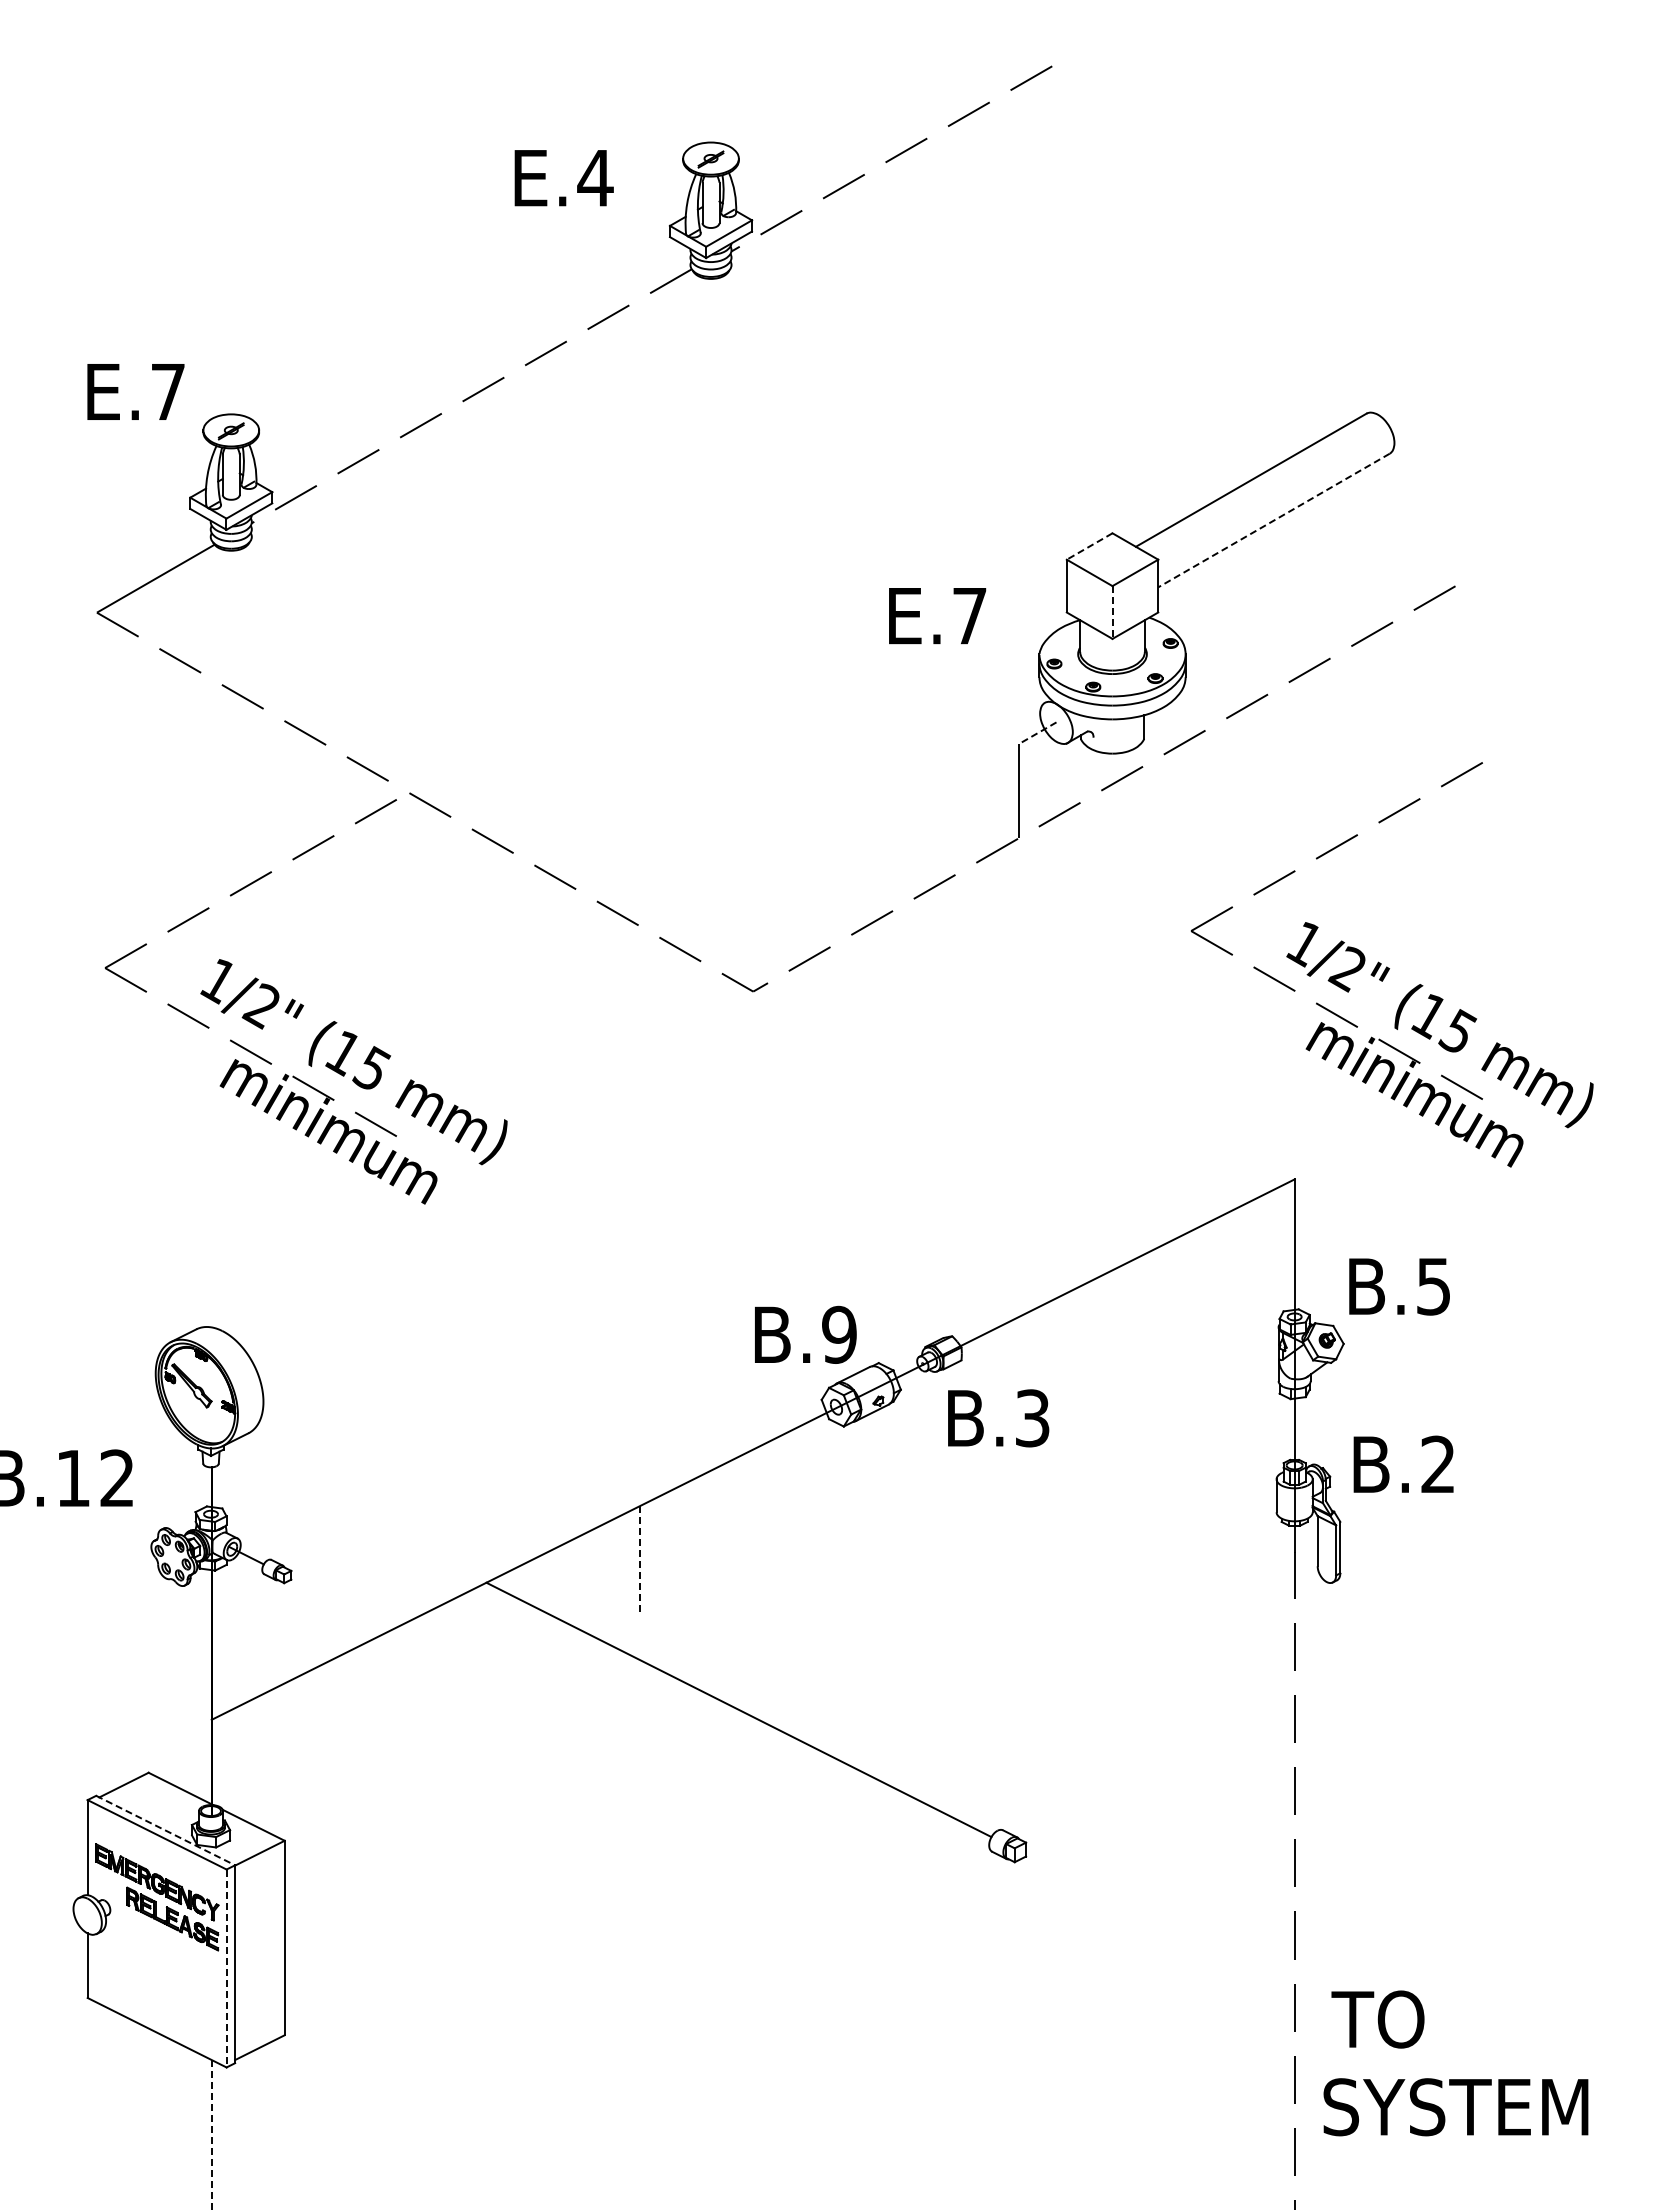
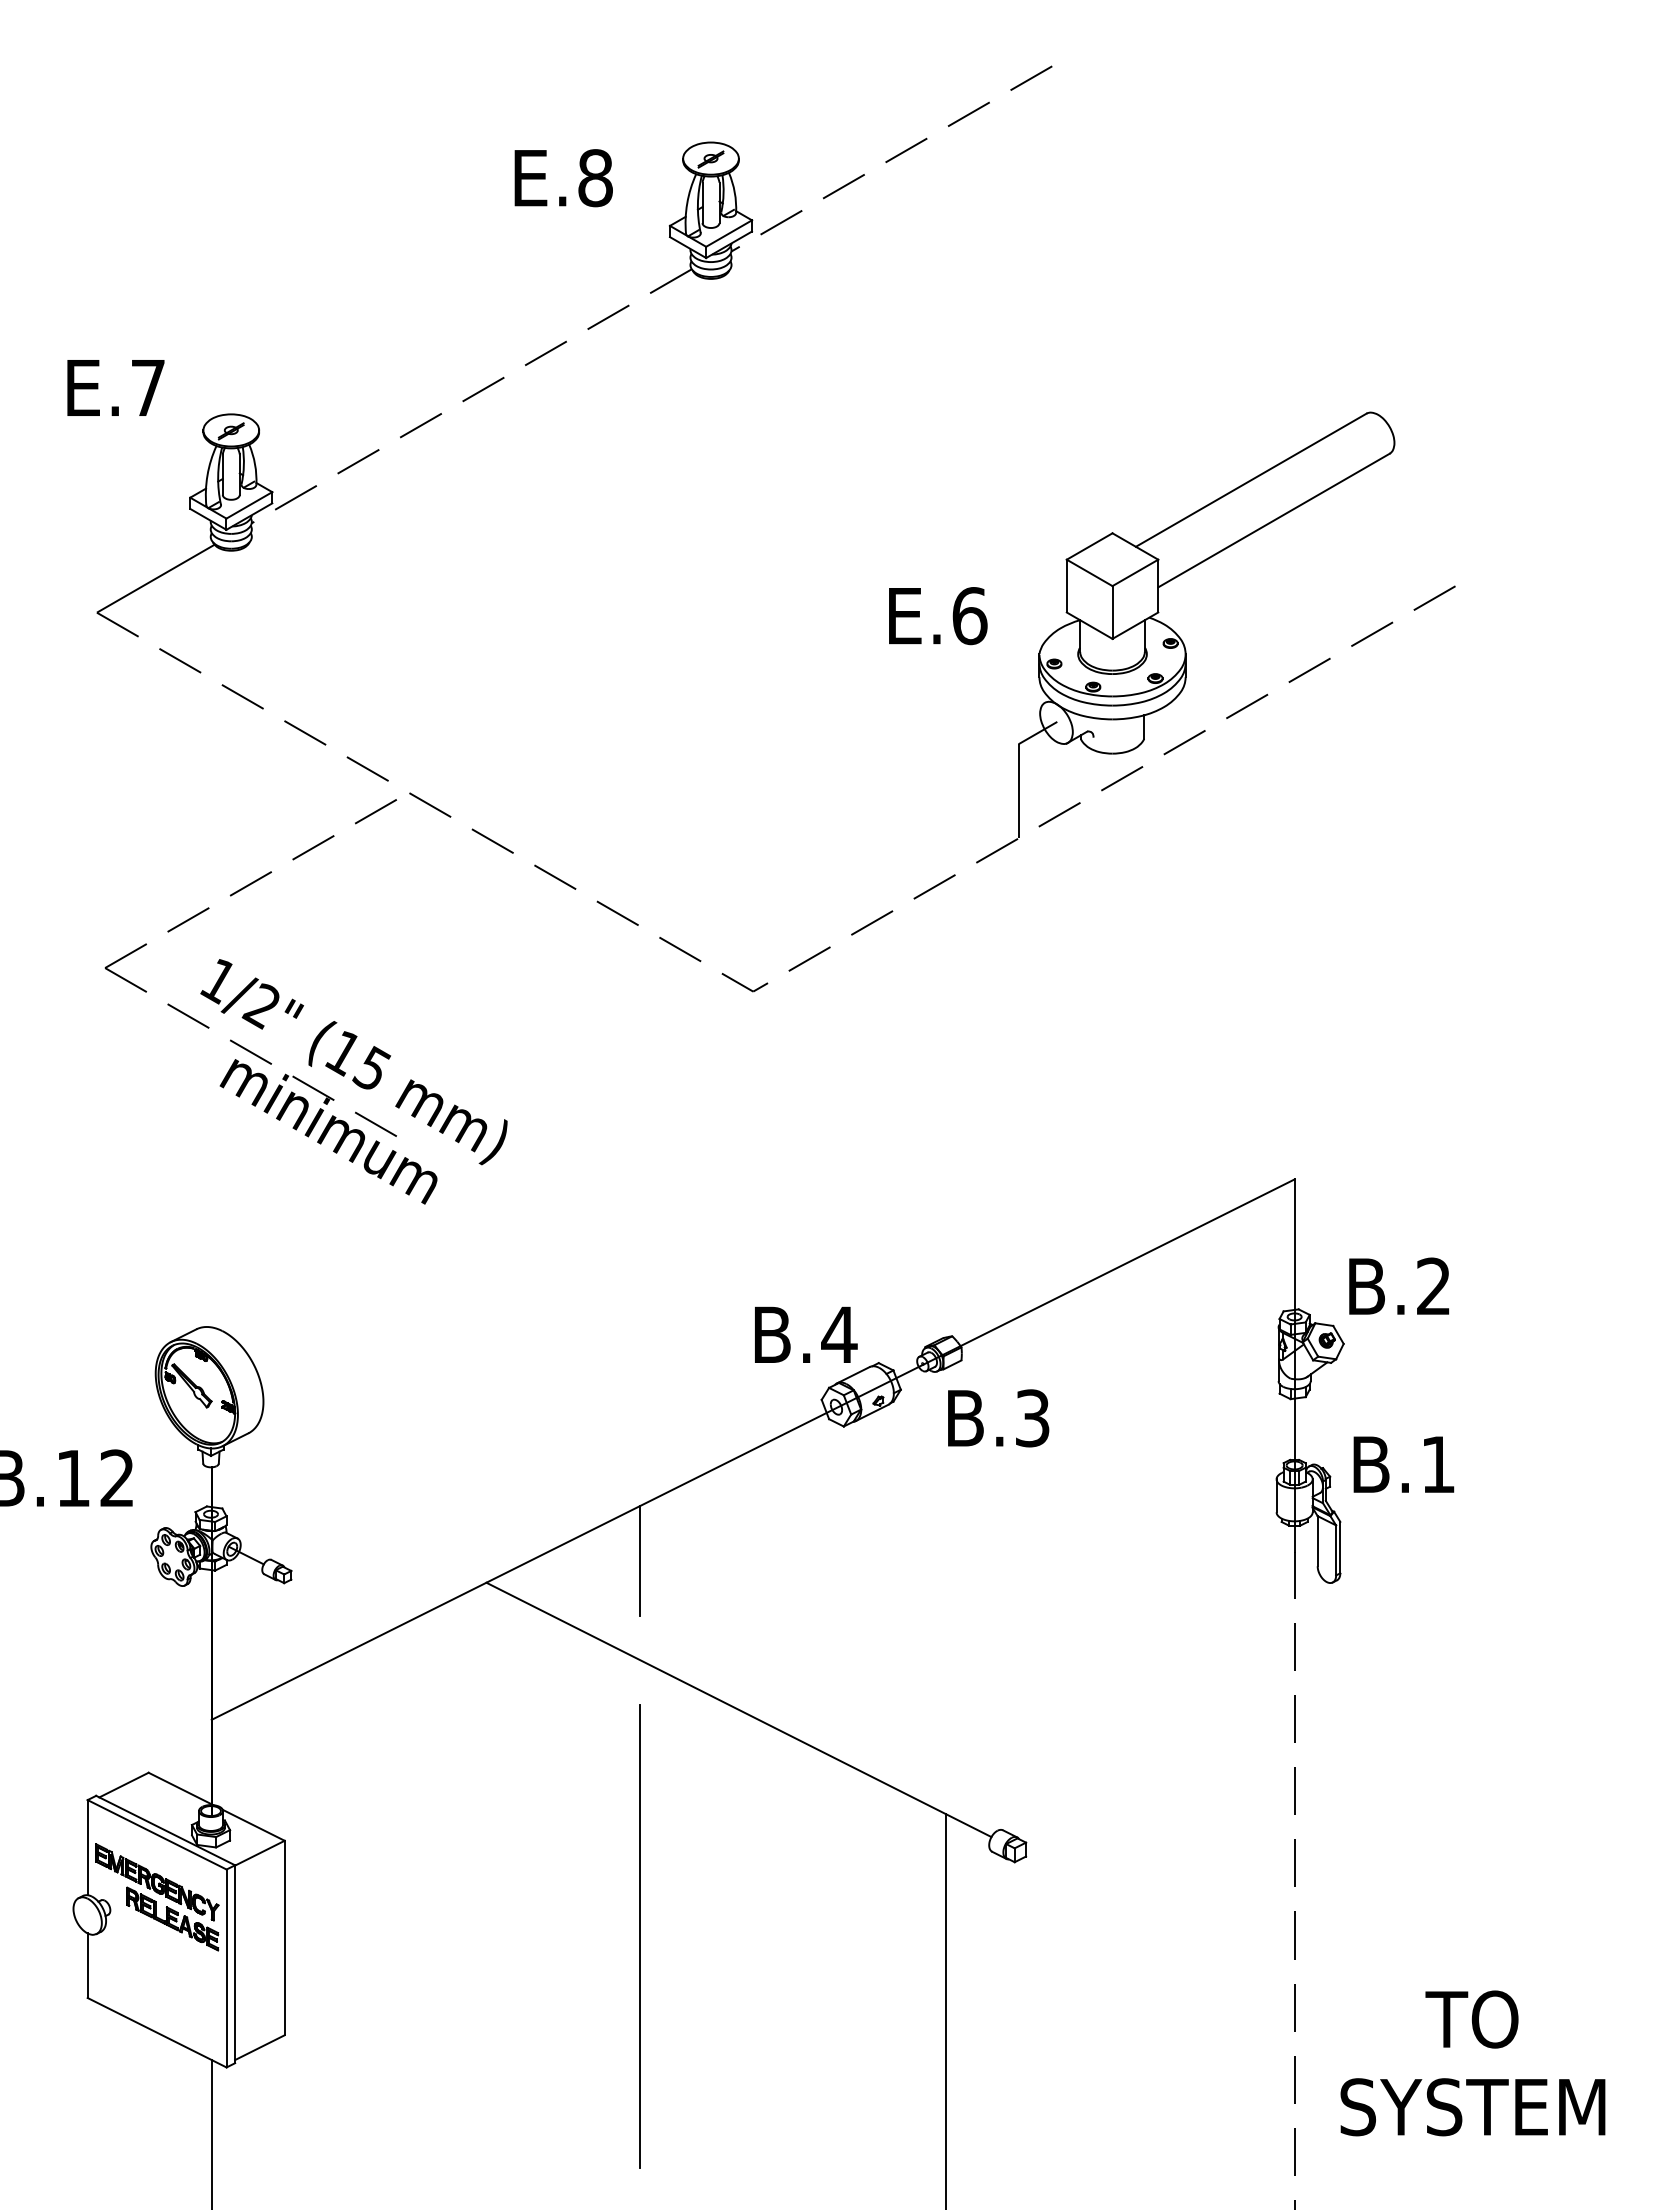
text at (595, 178): E.4 -> E.8
text at (135, 391) position: (135, 391) -> (115, 387)
line at (1273, 520): dashed -> solid
line at (1089, 546): dashed -> solid
line at (1112, 613): dashed -> solid
text at (969, 616): E.7 -> E.6
line at (1037, 733): dashed -> solid
part at (1391, 964): present -> none
text at (1433, 1286): B.5 -> B.2
text at (839, 1334): B.9 -> B.4
text at (1437, 1463): B.2 -> B.1
line at (640, 1561): dashed -> solid
line at (165, 1830): dashed -> solid
line at (640, 1936): none -> present
line at (226, 1968): dashed -> solid
line at (945, 2010): none -> present
text at (1377, 2019) position: (1377, 2019) -> (1471, 2019)
text at (1455, 2107) position: (1455, 2107) -> (1472, 2107)
line at (211, 2134): dashed -> solid
